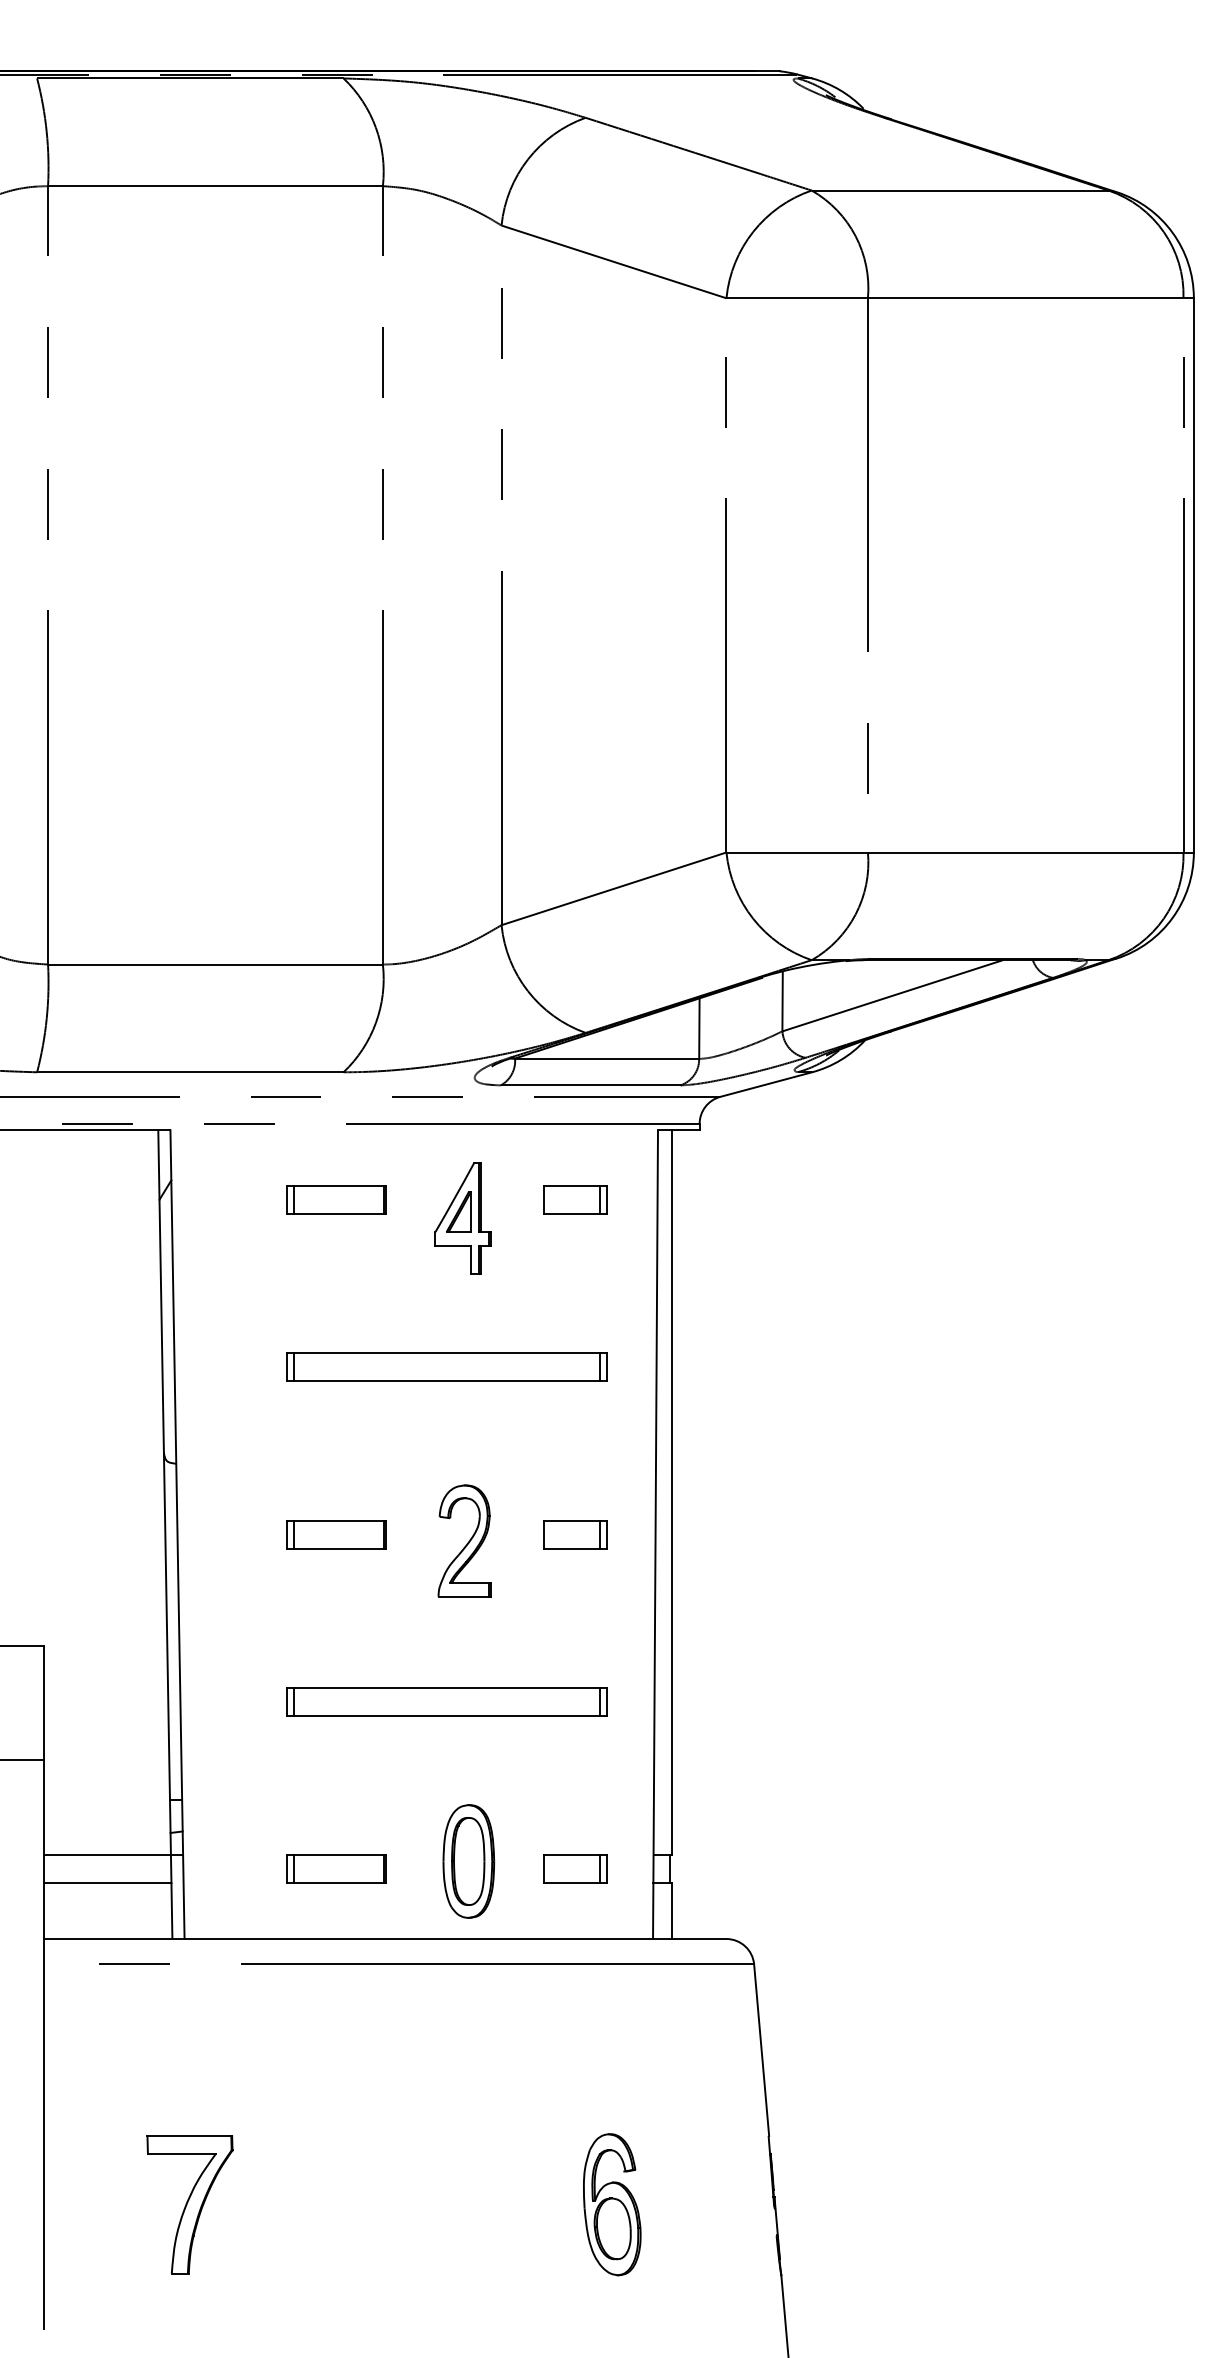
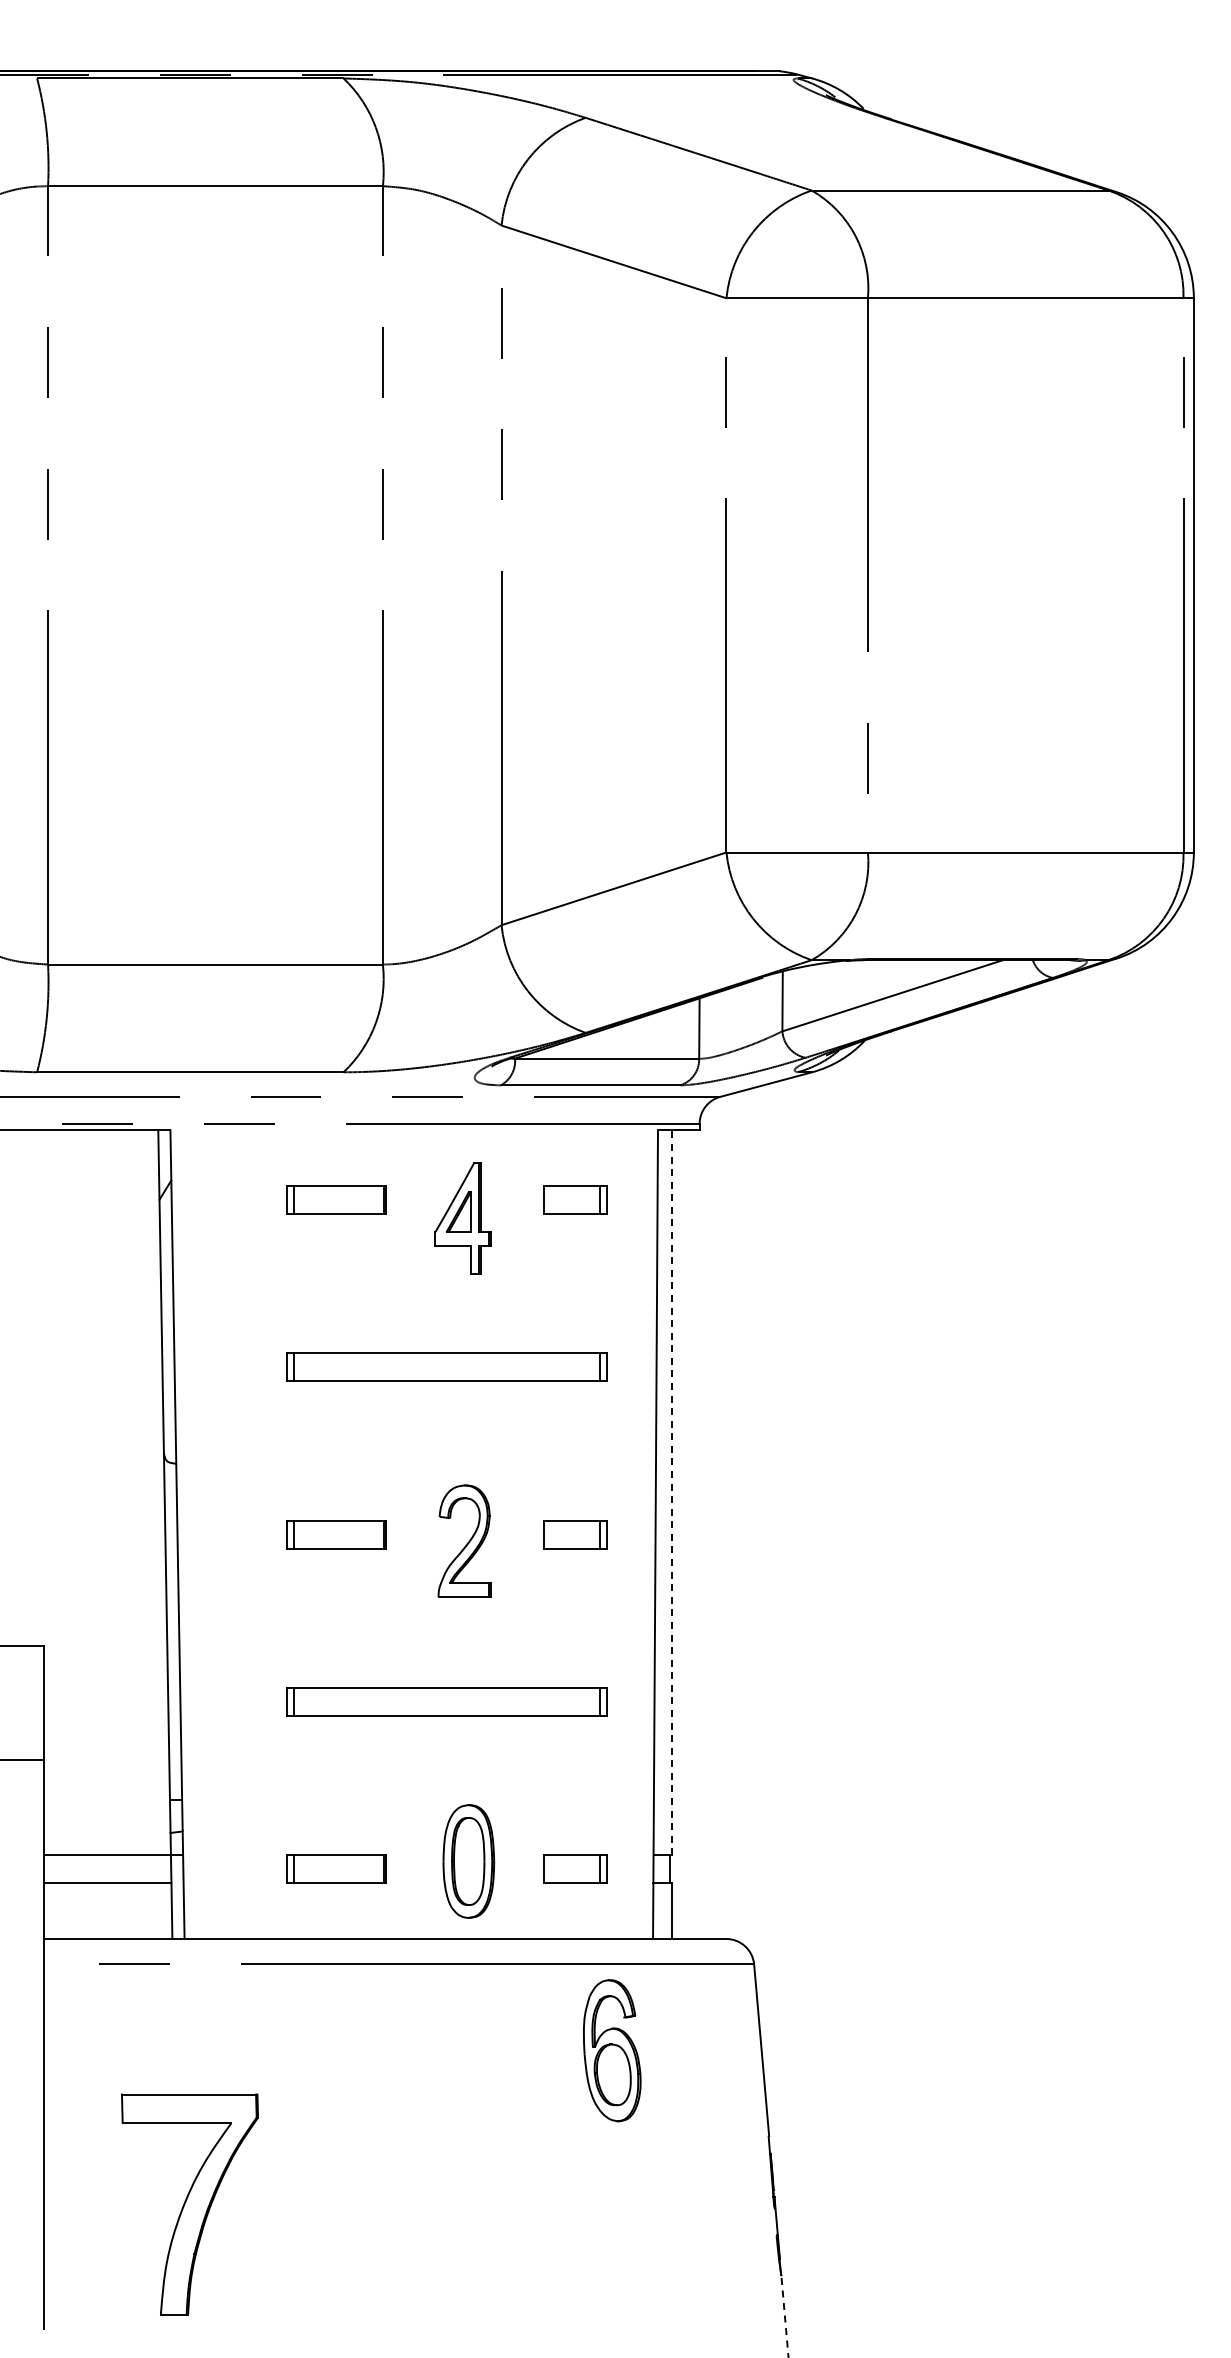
line at (671, 1492): solid -> dashed
part at (189, 2204) size: 88x140 px -> 138x223 px
part at (612, 2204) position: (612, 2204) -> (612, 2050)
line at (784, 2315): solid -> dashed
